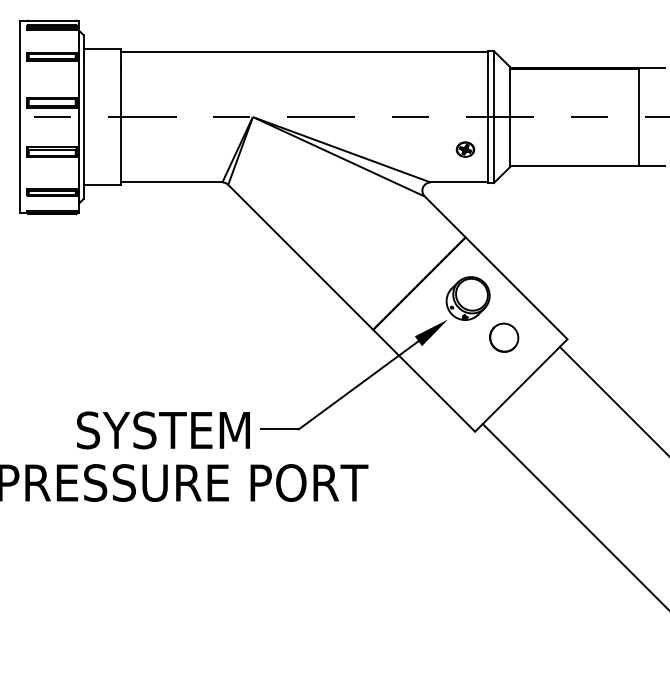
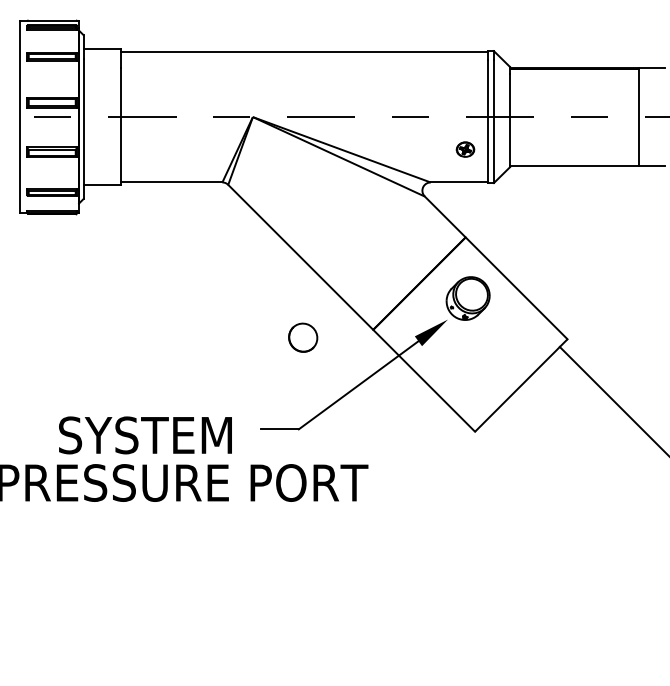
part at (504, 337) position: (504, 337) -> (303, 337)
text at (163, 430) position: (163, 430) -> (145, 435)
line at (574, 516): present -> none
